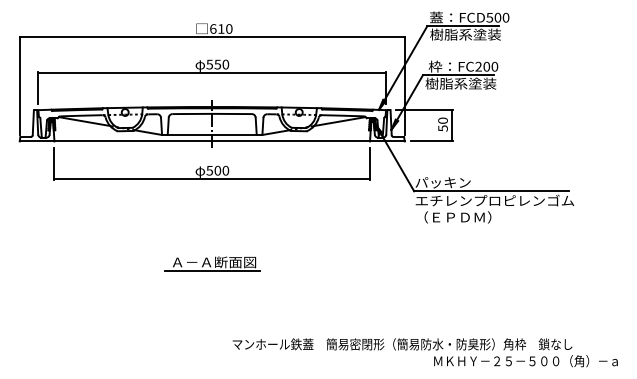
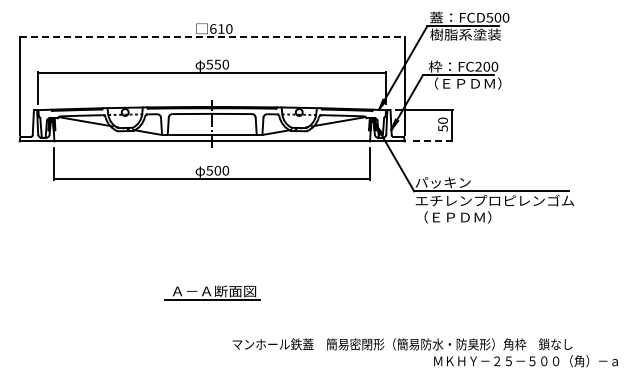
line at (212, 37): solid -> dashed
text at (463, 83): 樹脂系塗装 -> （ＥＰＤＭ）
line at (431, 141): solid -> dashed
part at (212, 263) position: (212, 263) -> (212, 292)
